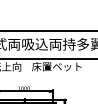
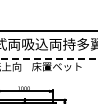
line at (49, 58): solid -> dashed
